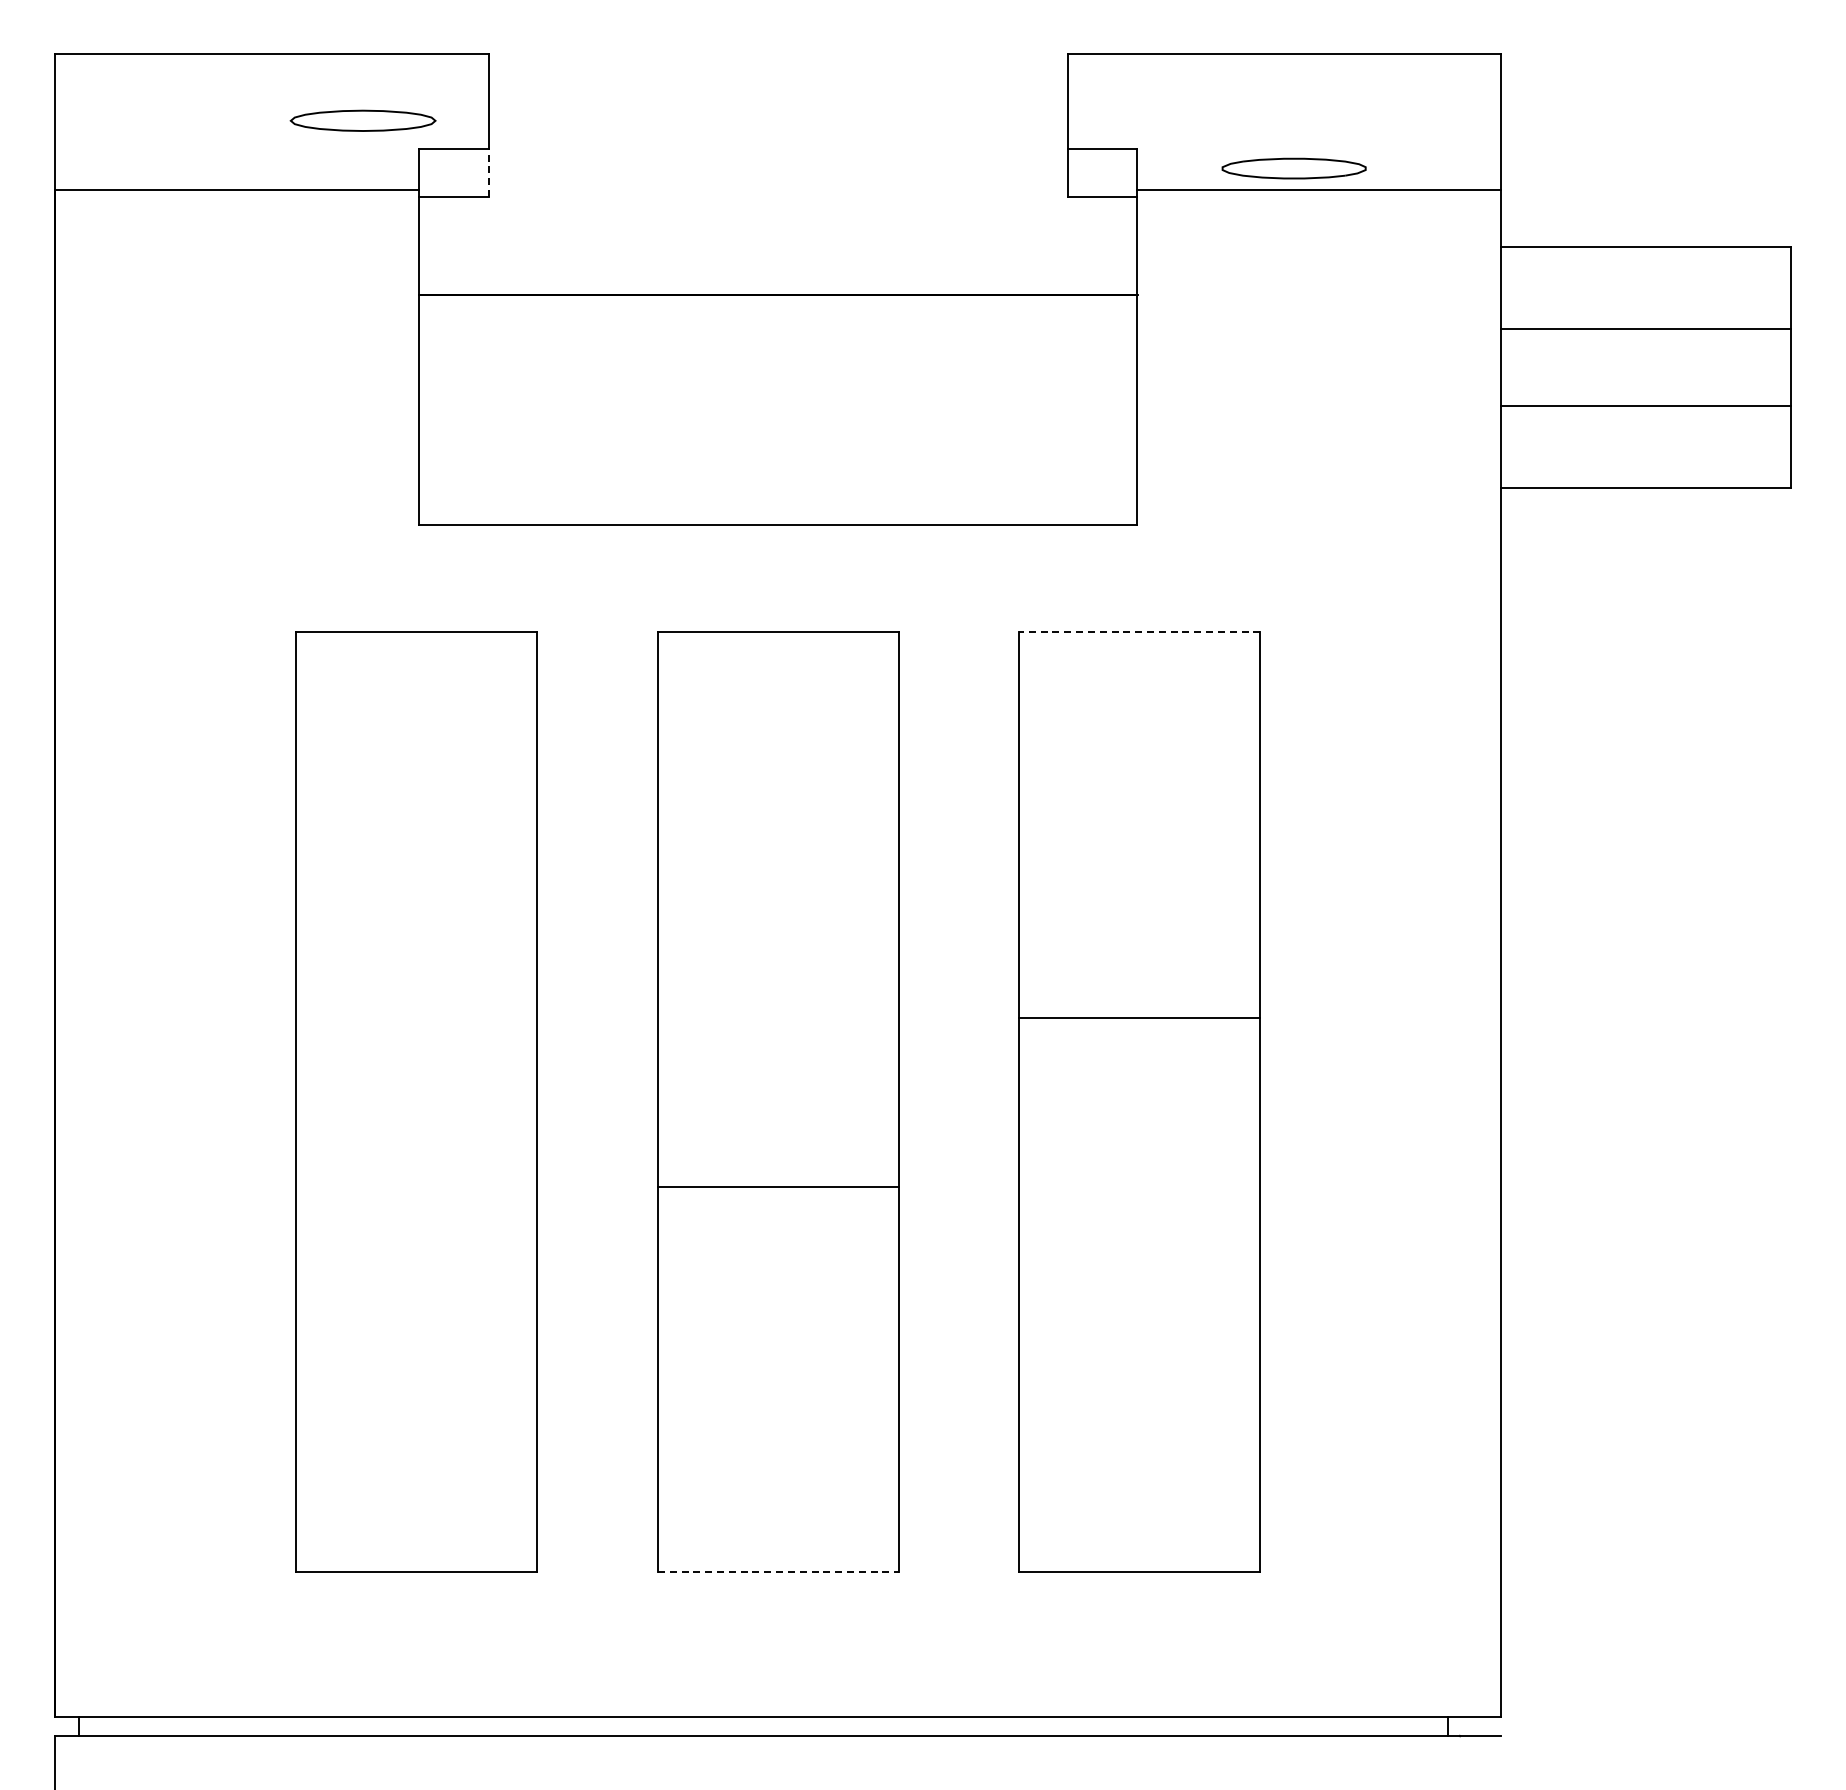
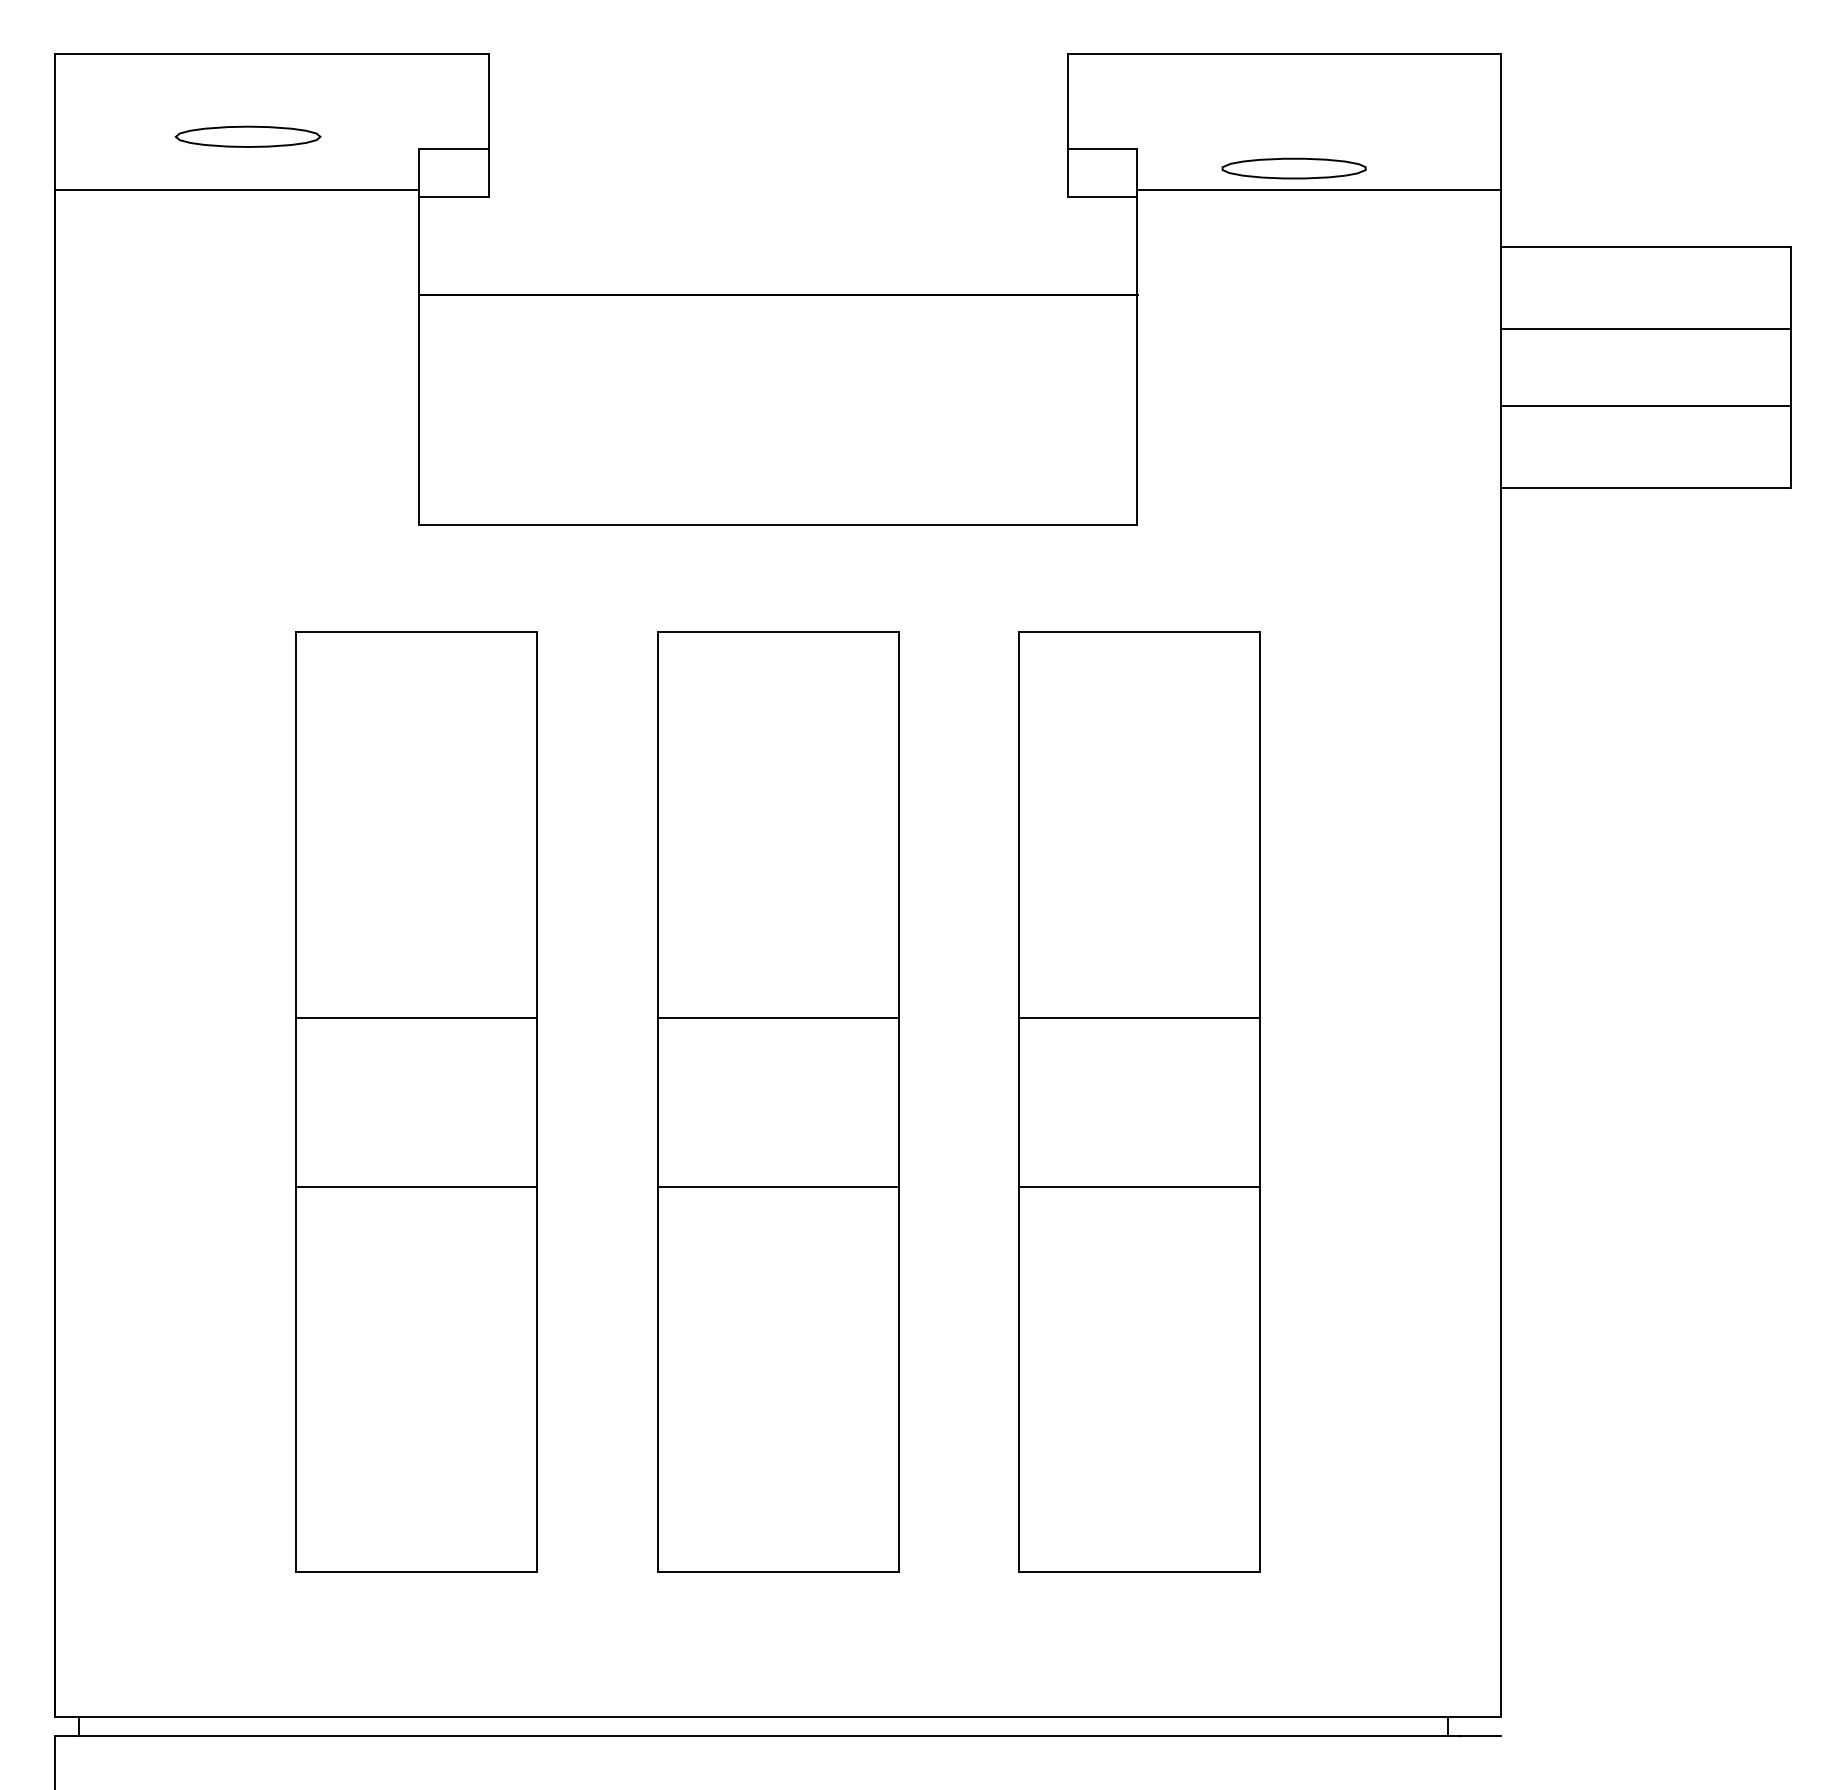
part at (362, 120) position: (362, 120) -> (247, 136)
line at (489, 173): dashed -> solid
line at (1139, 632): dashed -> solid
line at (416, 1018): none -> present
line at (777, 1018): none -> present
line at (416, 1186): none -> present
line at (1139, 1186): none -> present
line at (778, 1572): dashed -> solid
